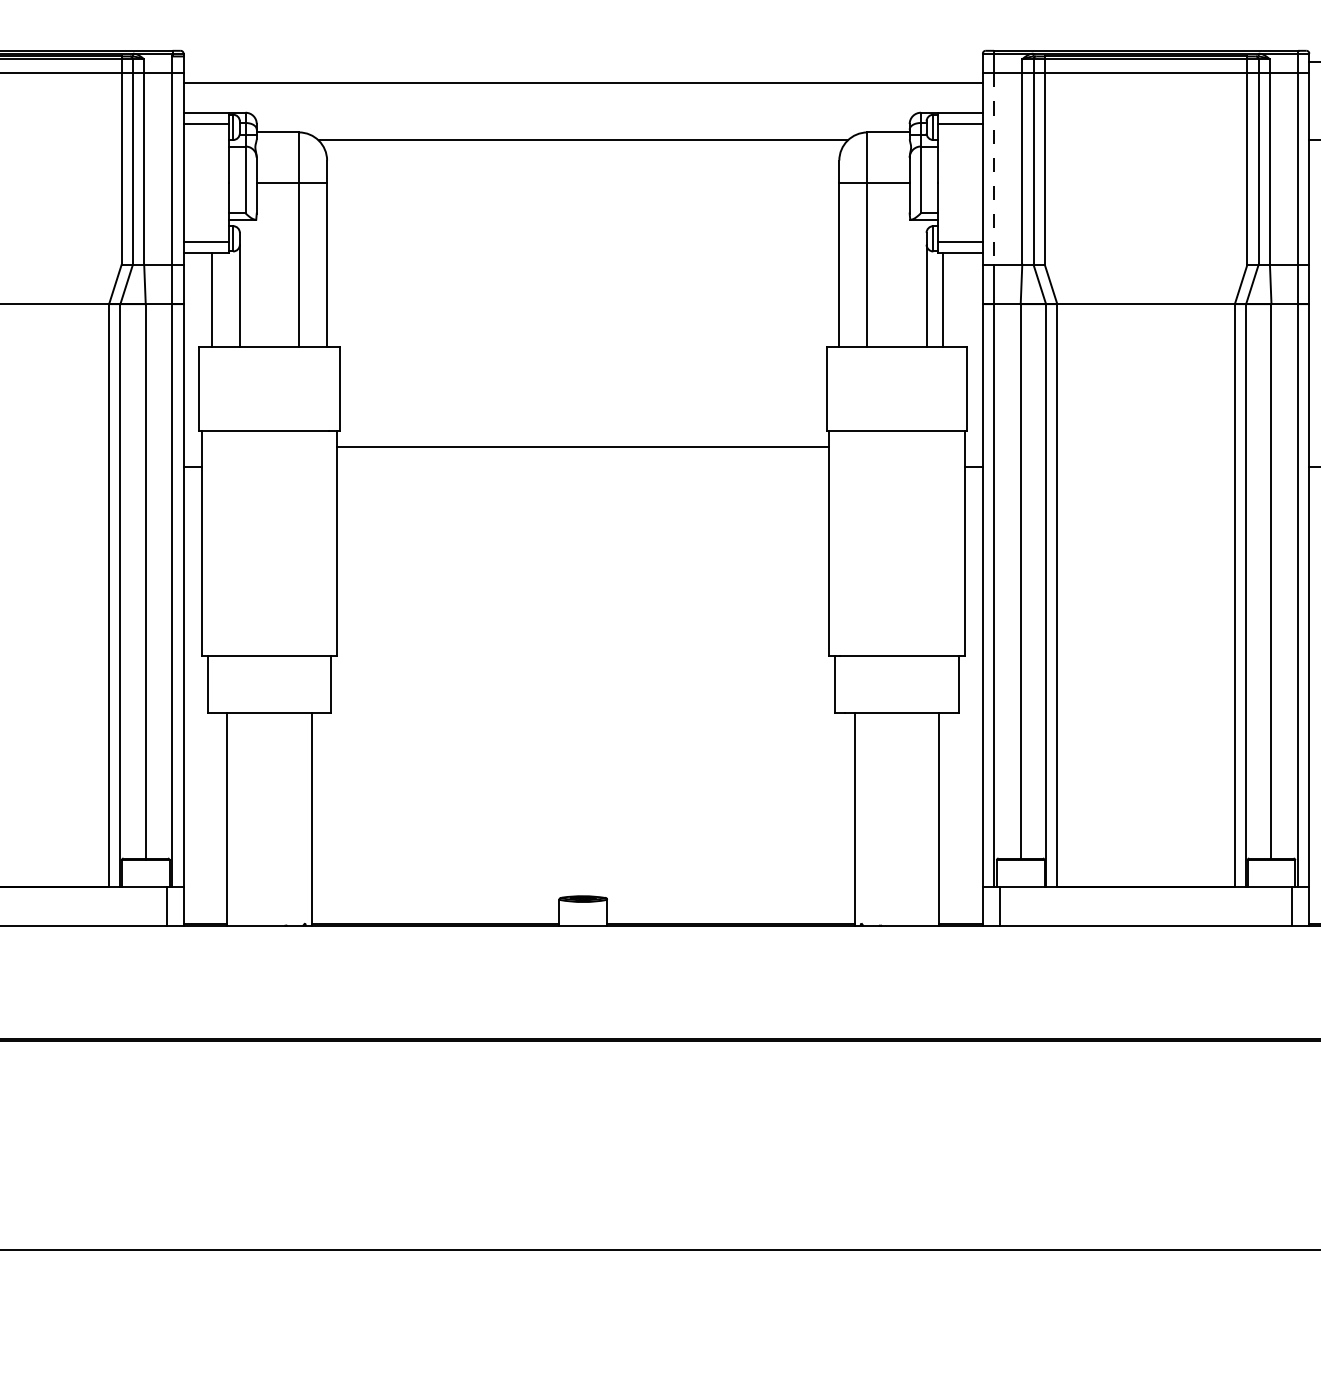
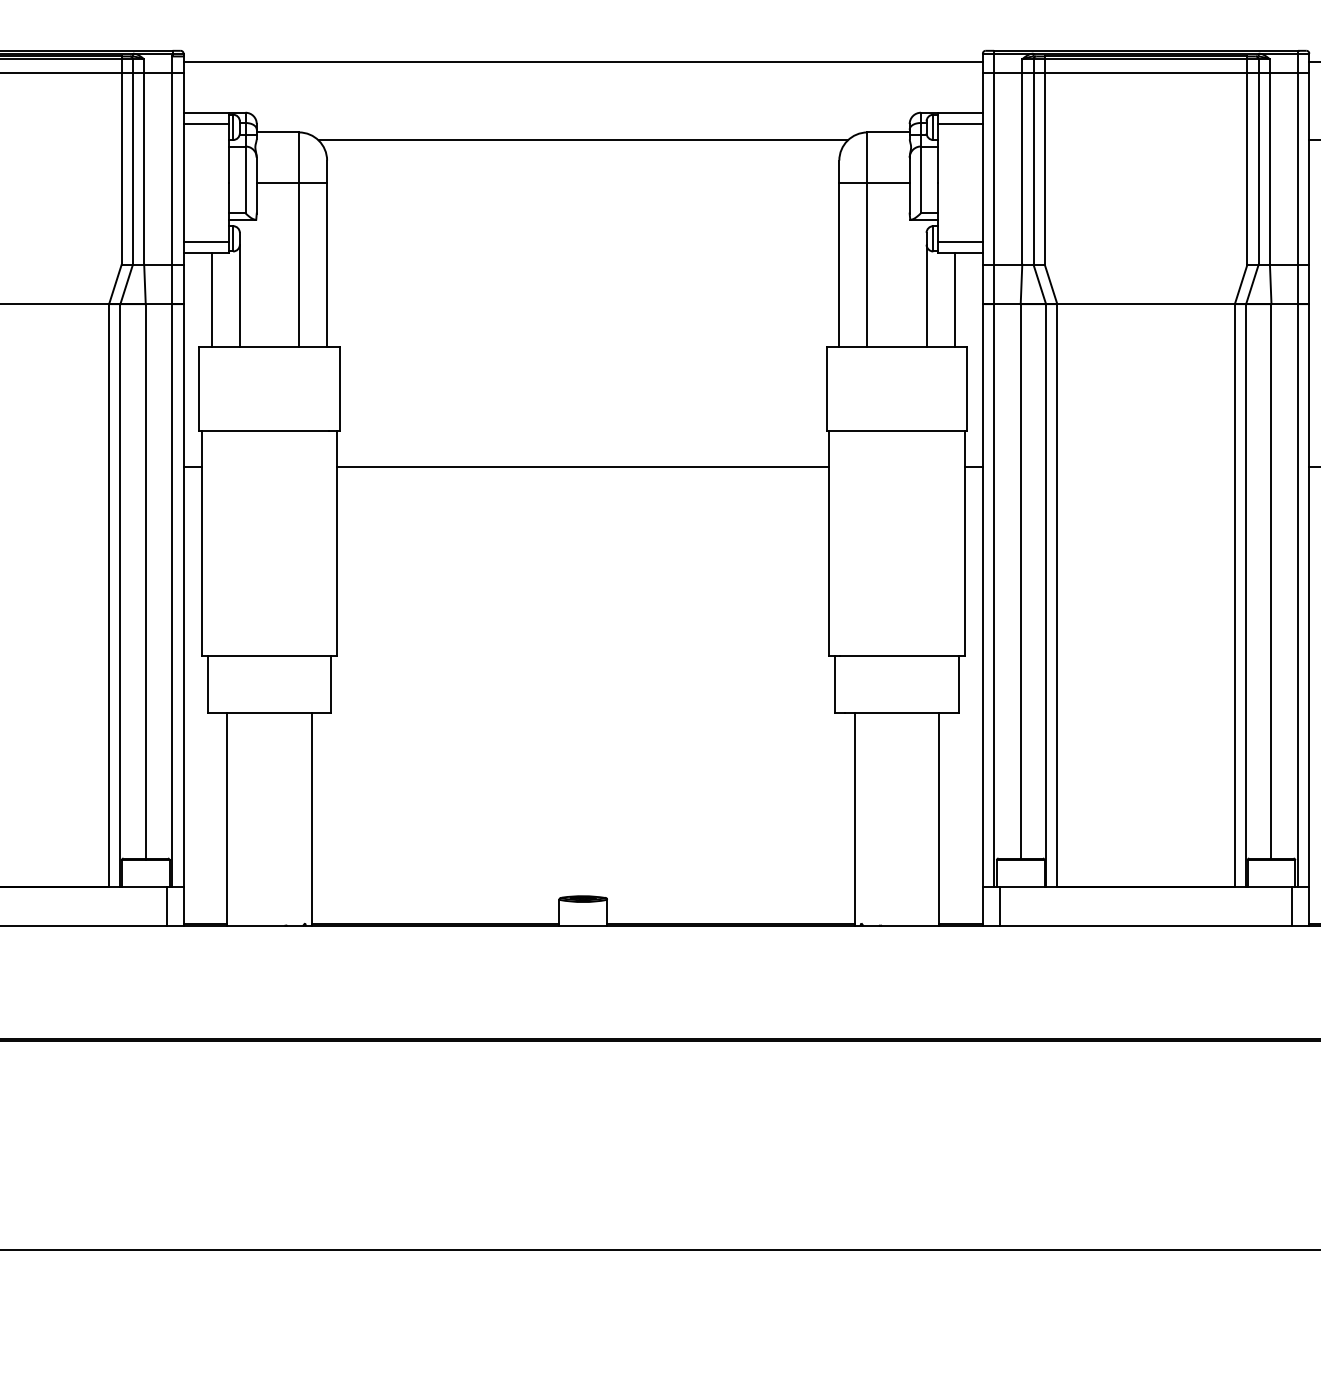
line at (582, 82) position: (582, 82) -> (582, 61)
line at (994, 169): dashed -> solid
line at (942, 299) position: (942, 299) -> (954, 299)
line at (582, 446) position: (582, 446) -> (582, 466)
